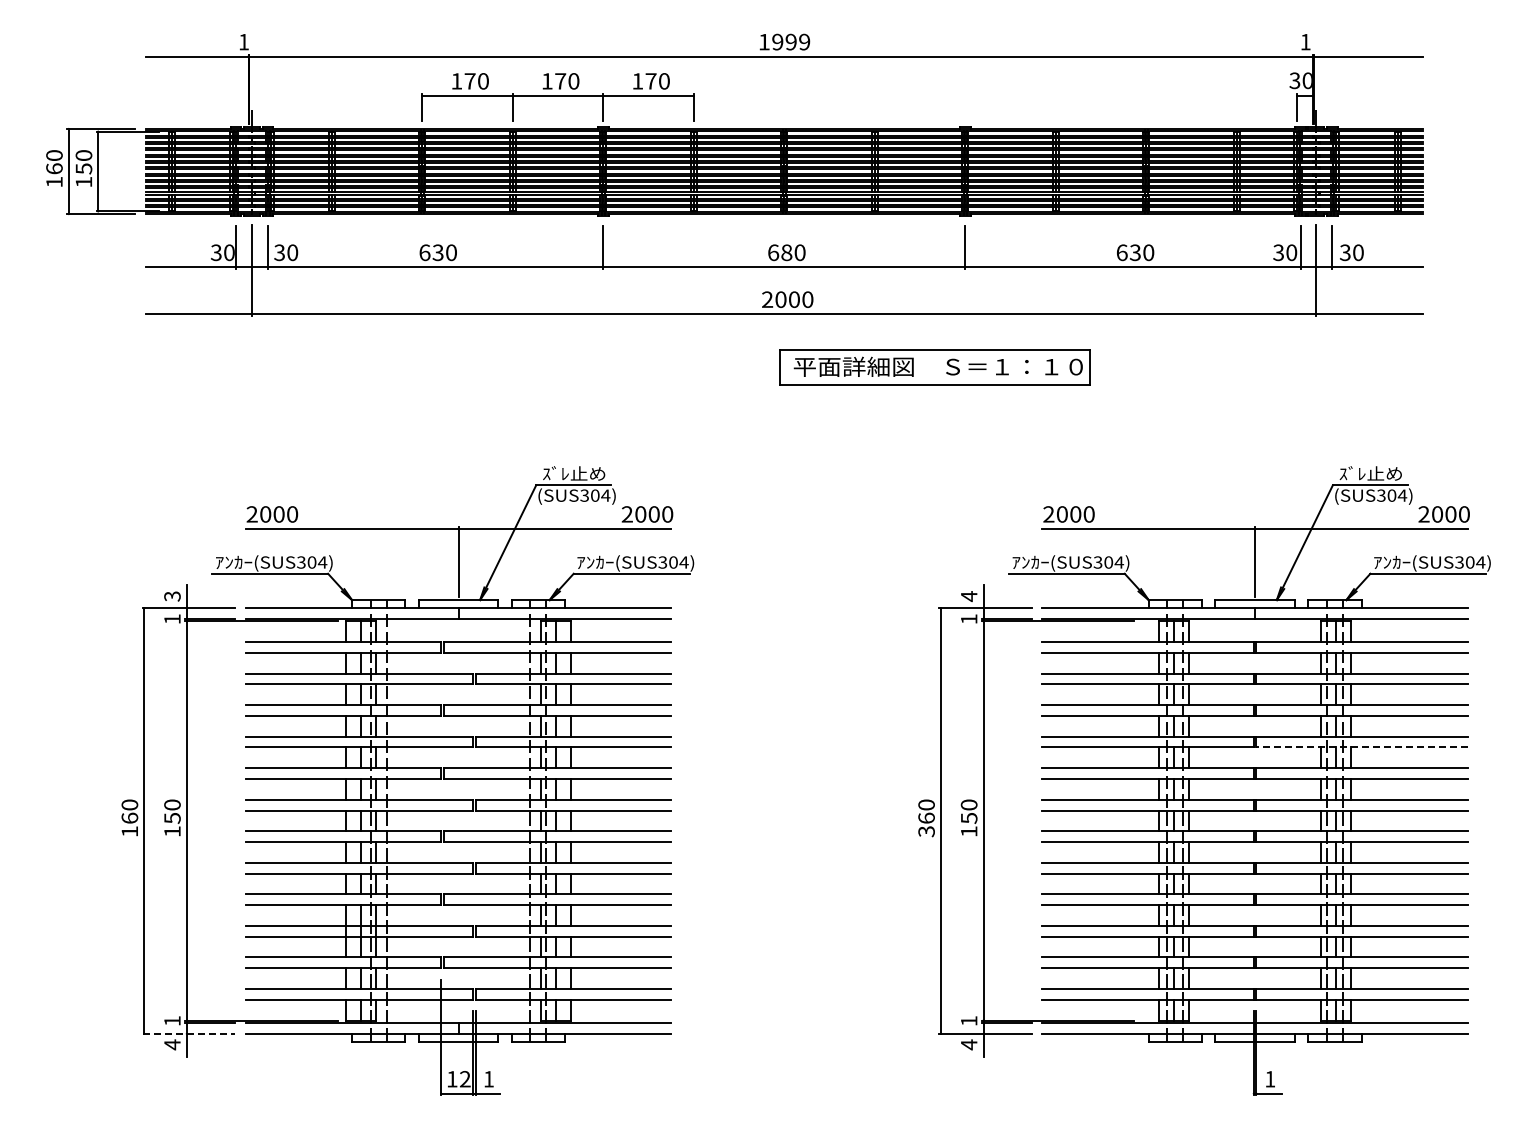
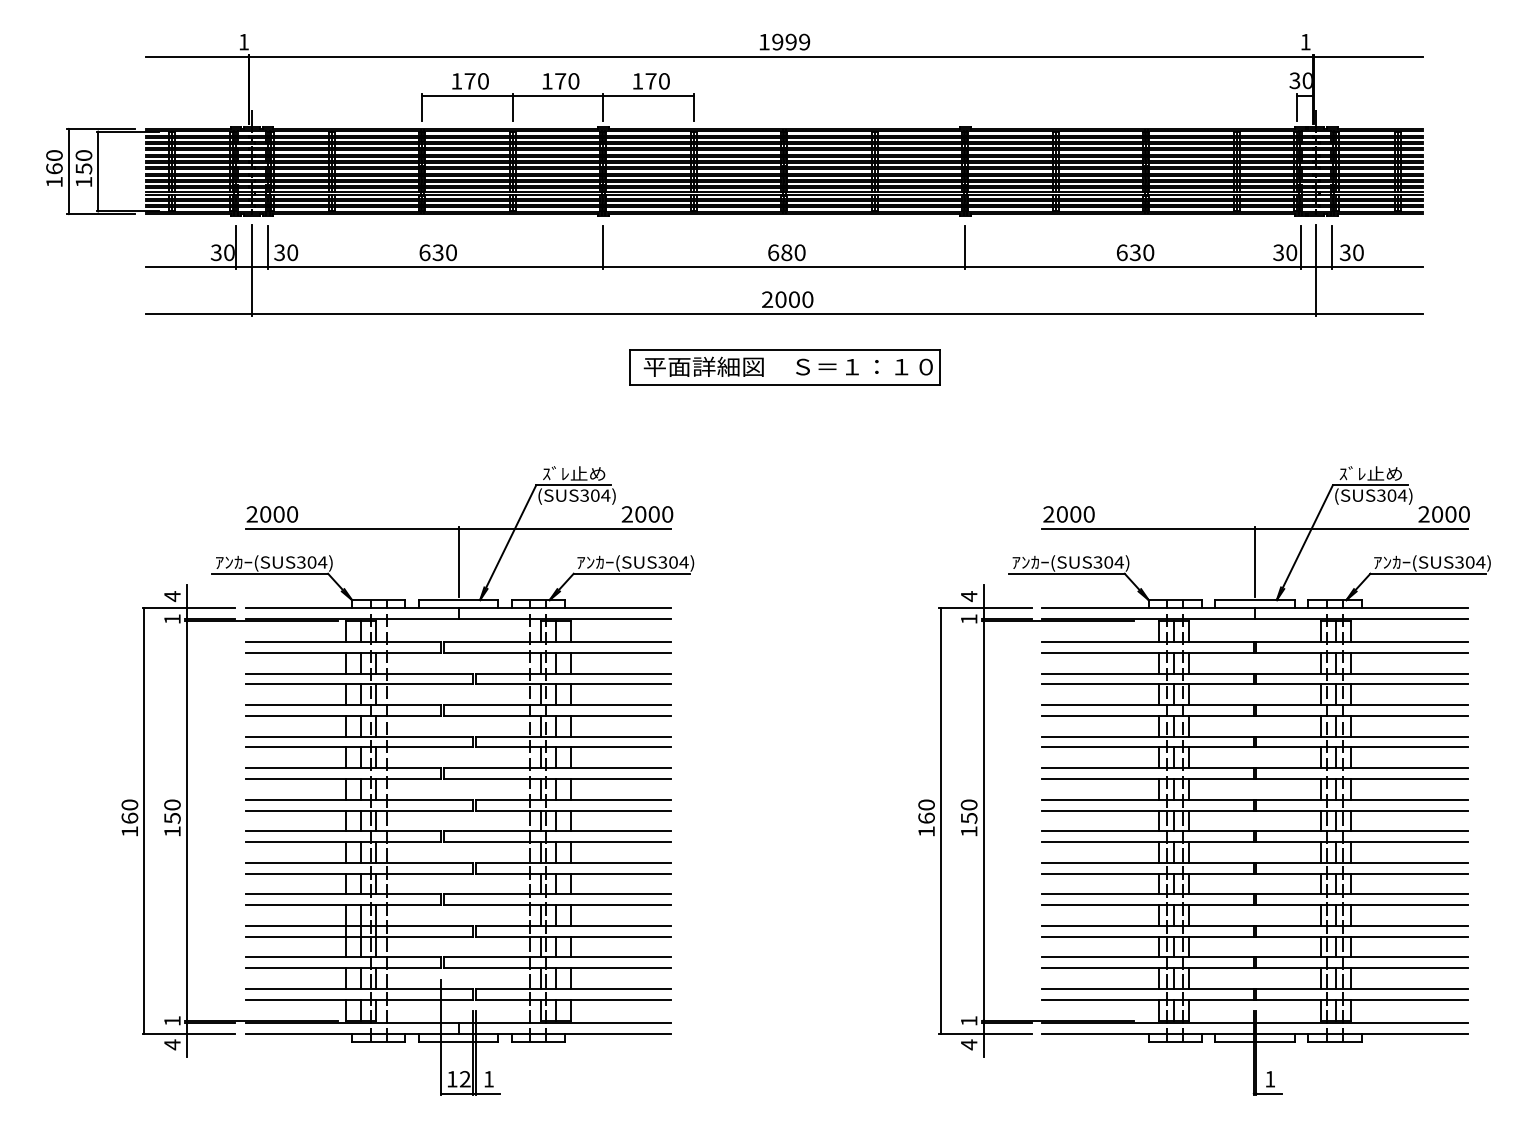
part at (934, 367) position: (934, 367) -> (784, 367)
text at (172, 596): 3 -> 4
line at (1362, 747): dashed -> solid
text at (926, 831): 360 -> 160
line at (189, 1033): dashed -> solid
